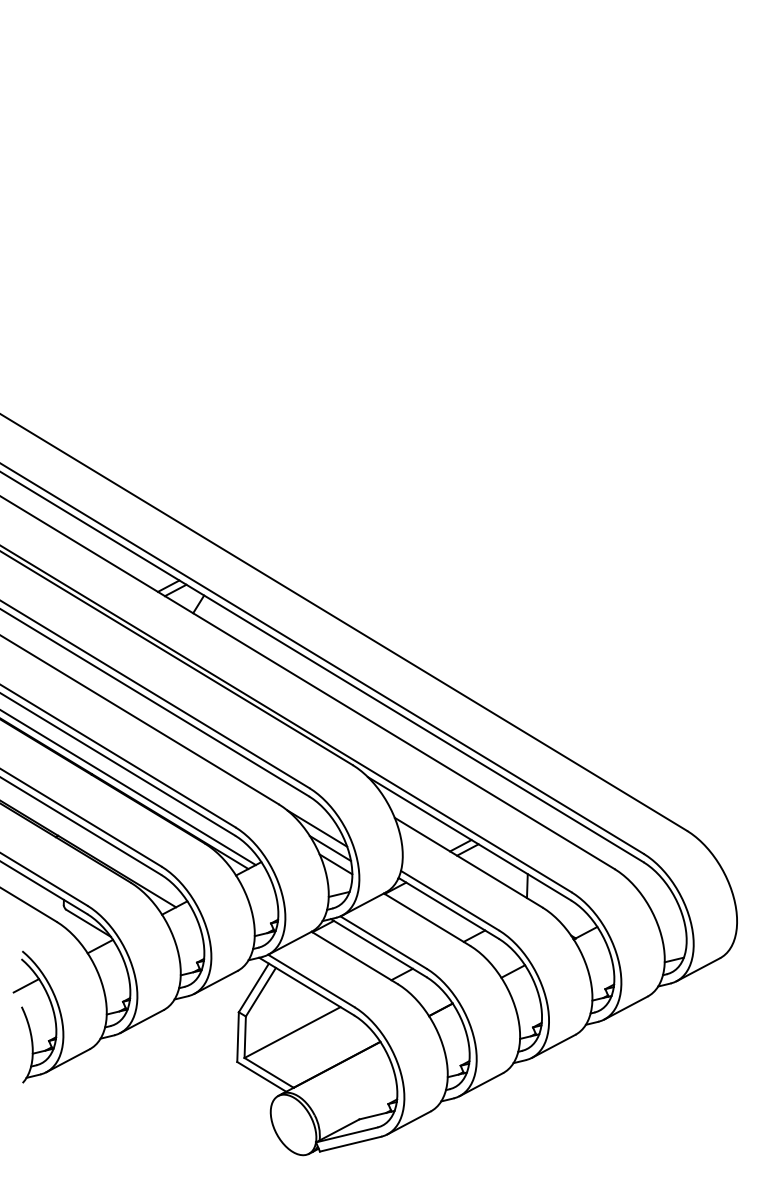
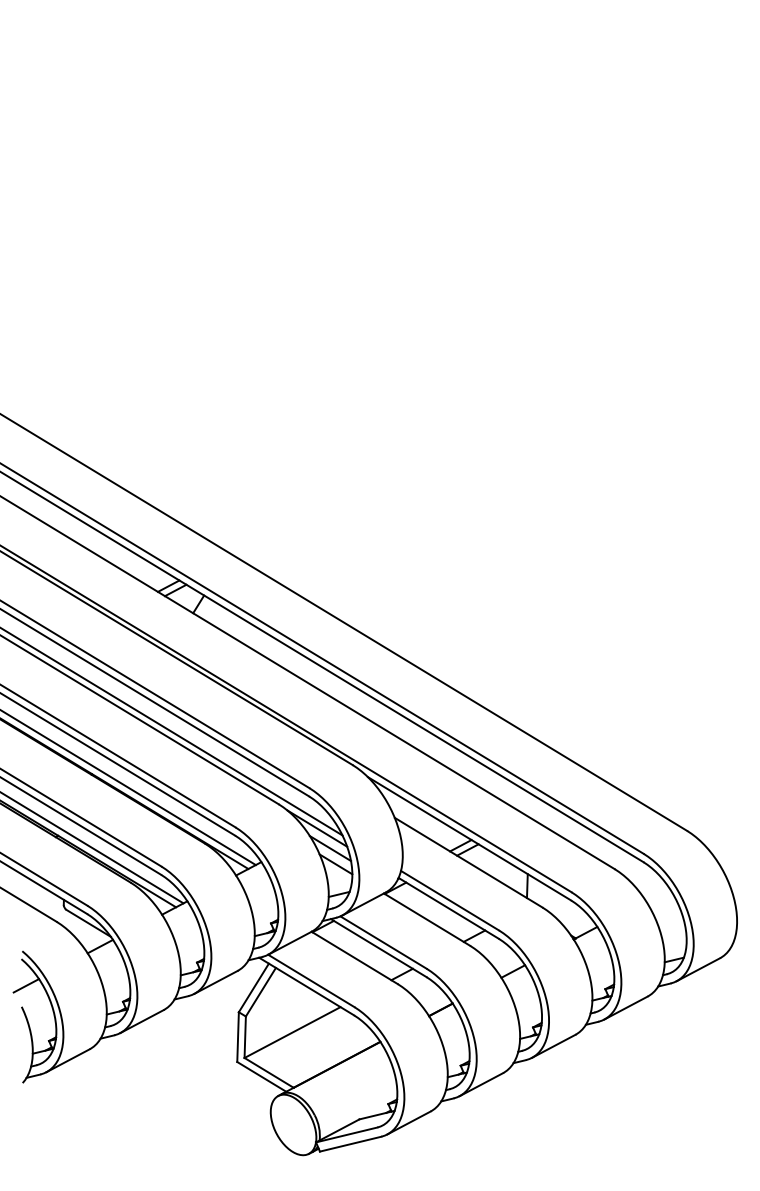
line at (172, 732): none -> present
line at (92, 848): none -> present
